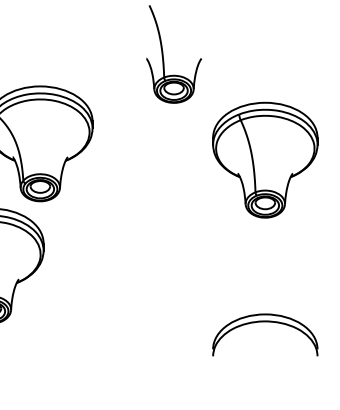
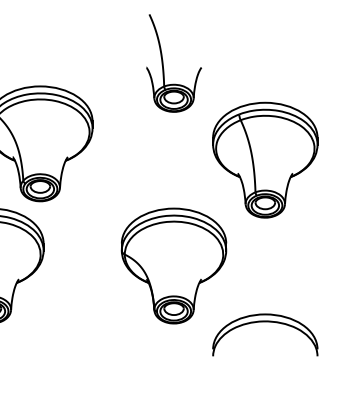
part at (163, 54) position: (163, 54) -> (163, 63)
part at (173, 265): none -> present
